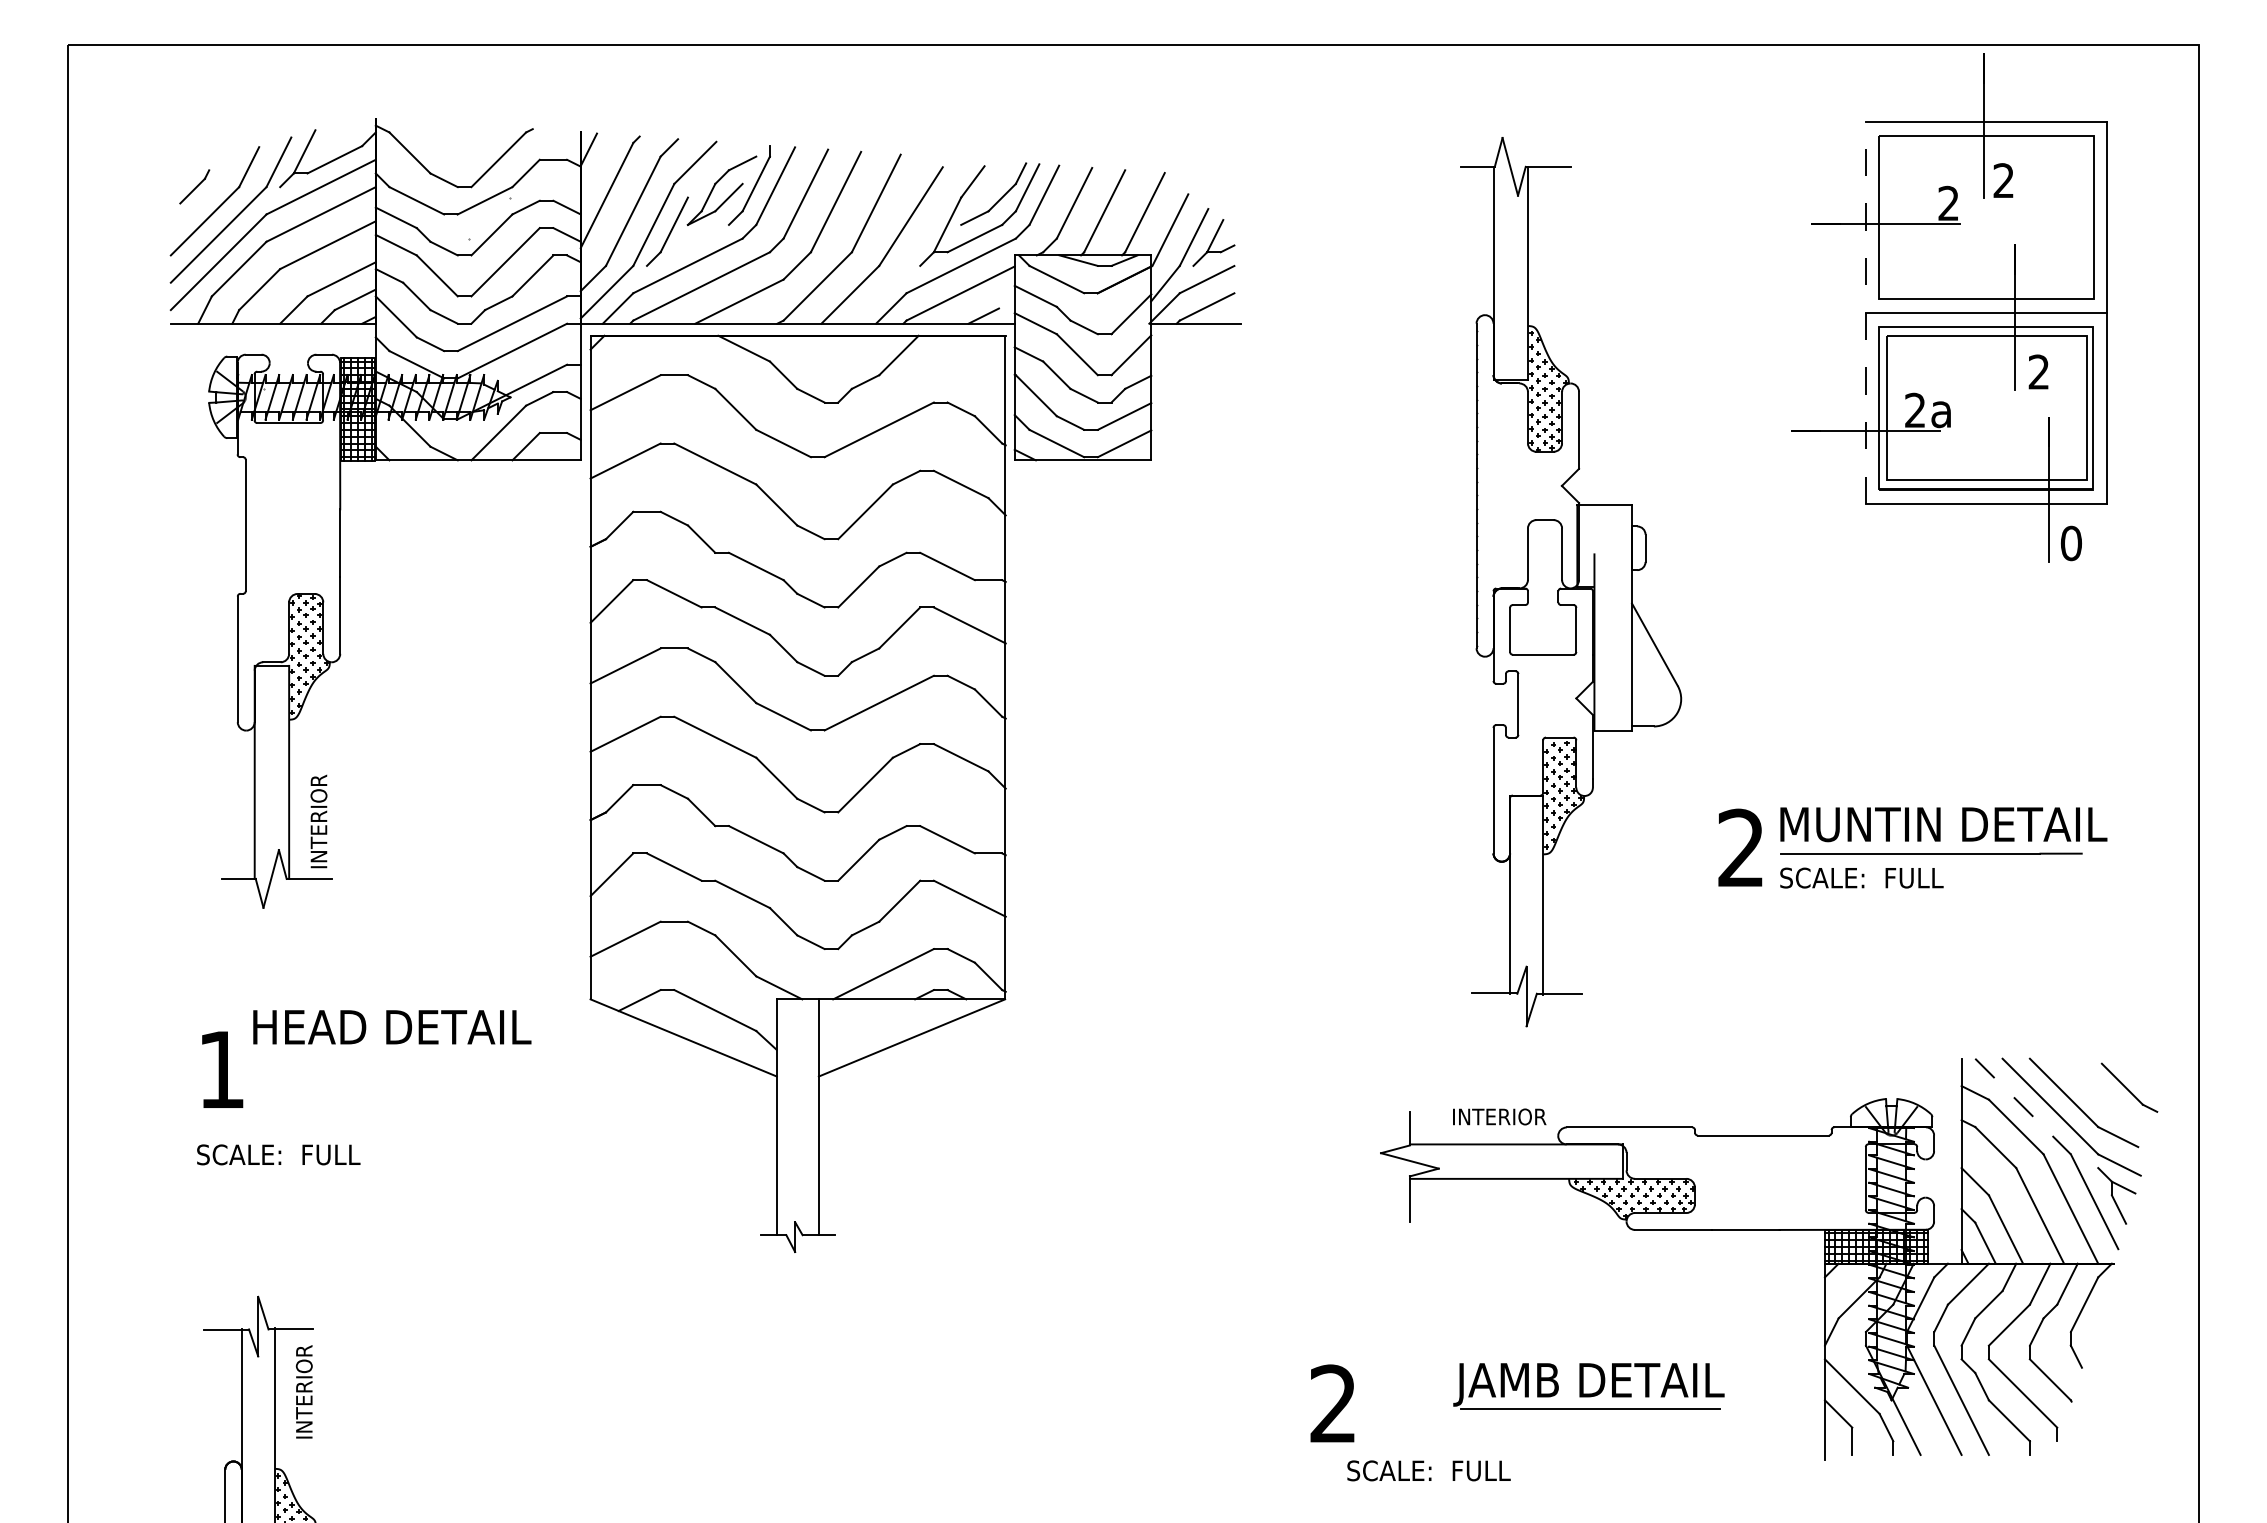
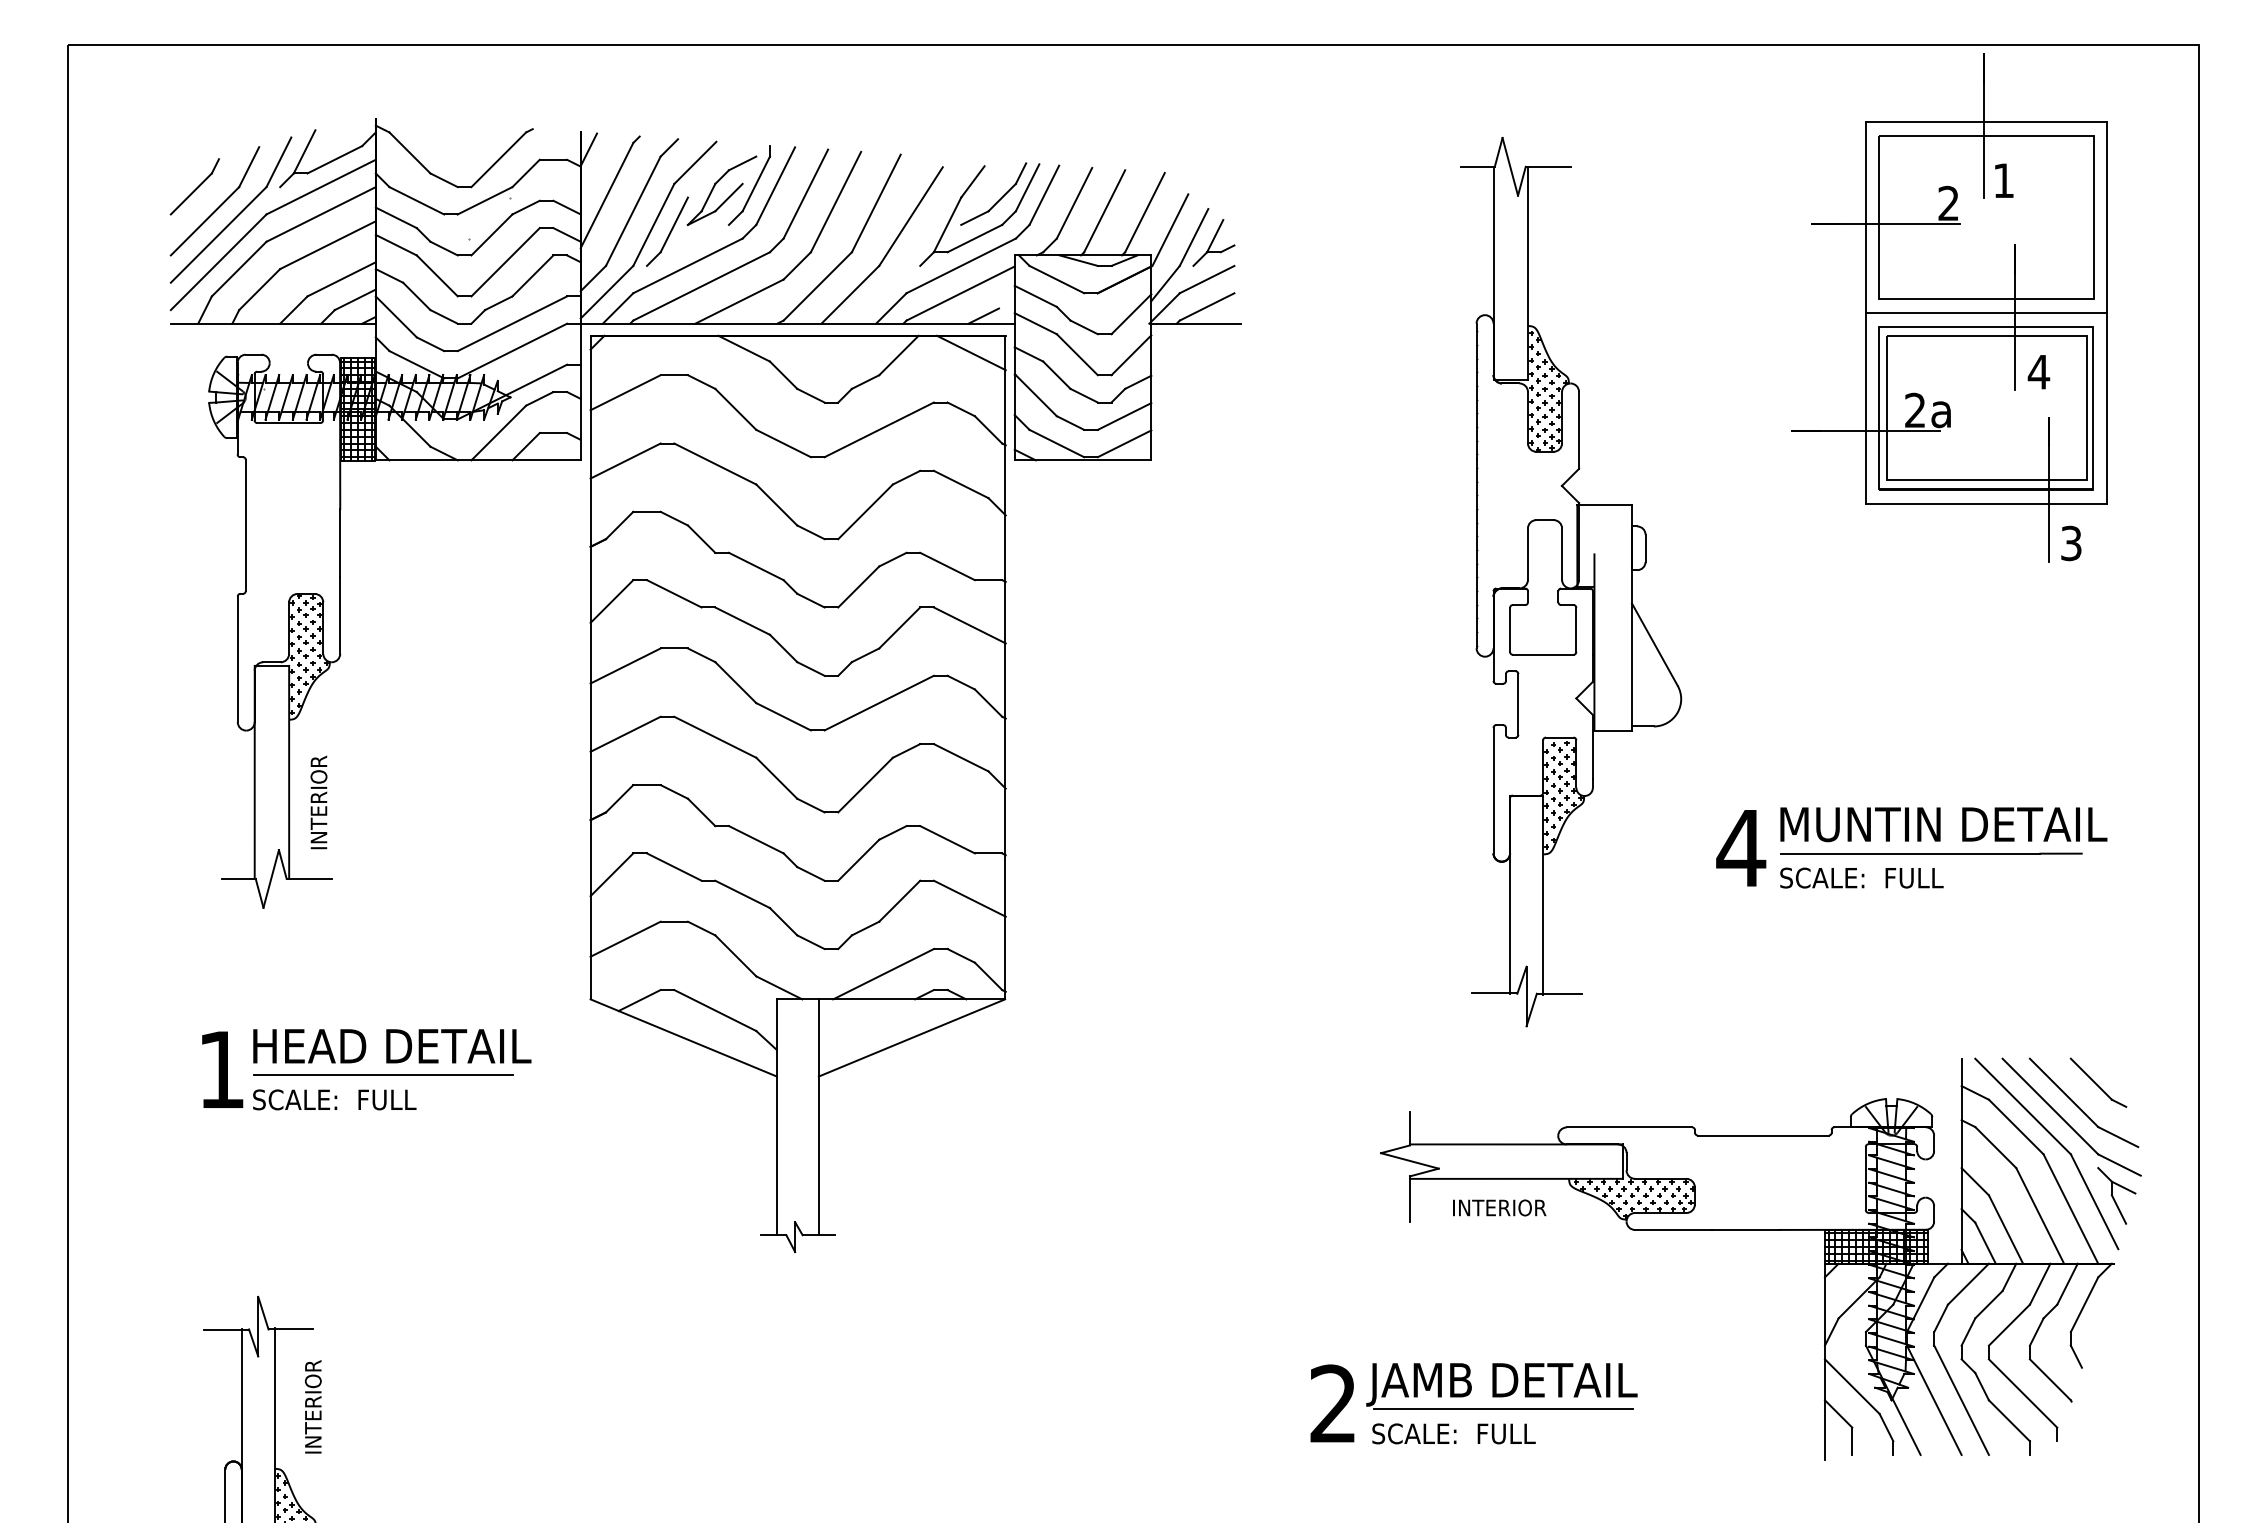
text at (2003, 180): 2 -> 1
part at (194, 186) size: 32x36 px -> 51x58 px
line at (1865, 313): dashed -> solid
line at (970, 352): none -> present
text at (2038, 371): 2 -> 4
text at (2070, 543): 0 -> 3
text at (318, 821) position: (318, 821) -> (318, 802)
text at (1741, 847): 2 -> 4
text at (392, 1027) position: (392, 1027) -> (392, 1046)
line at (383, 1075): none -> present
part at (2129, 1087) position: (2129, 1087) -> (2098, 1082)
line at (2023, 1106): dashed -> solid
text at (1499, 1116) position: (1499, 1116) -> (1499, 1207)
text at (278, 1154) position: (278, 1154) -> (334, 1099)
part at (1588, 1386) position: (1588, 1386) -> (1501, 1386)
text at (303, 1391) position: (303, 1391) -> (312, 1406)
text at (1428, 1470) position: (1428, 1470) -> (1453, 1433)
